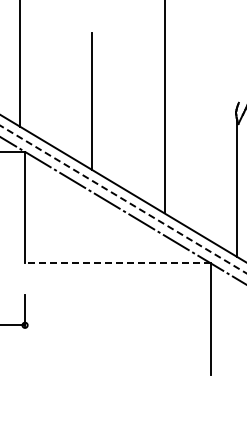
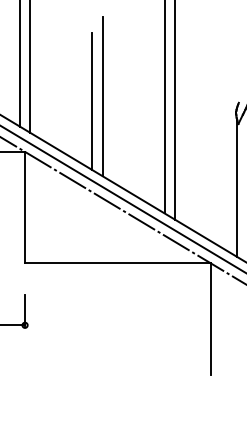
line at (30, 67): none -> present
line at (102, 96): none -> present
line at (175, 110): none -> present
line at (123, 199): dashed -> solid
line at (117, 263): dashed -> solid
